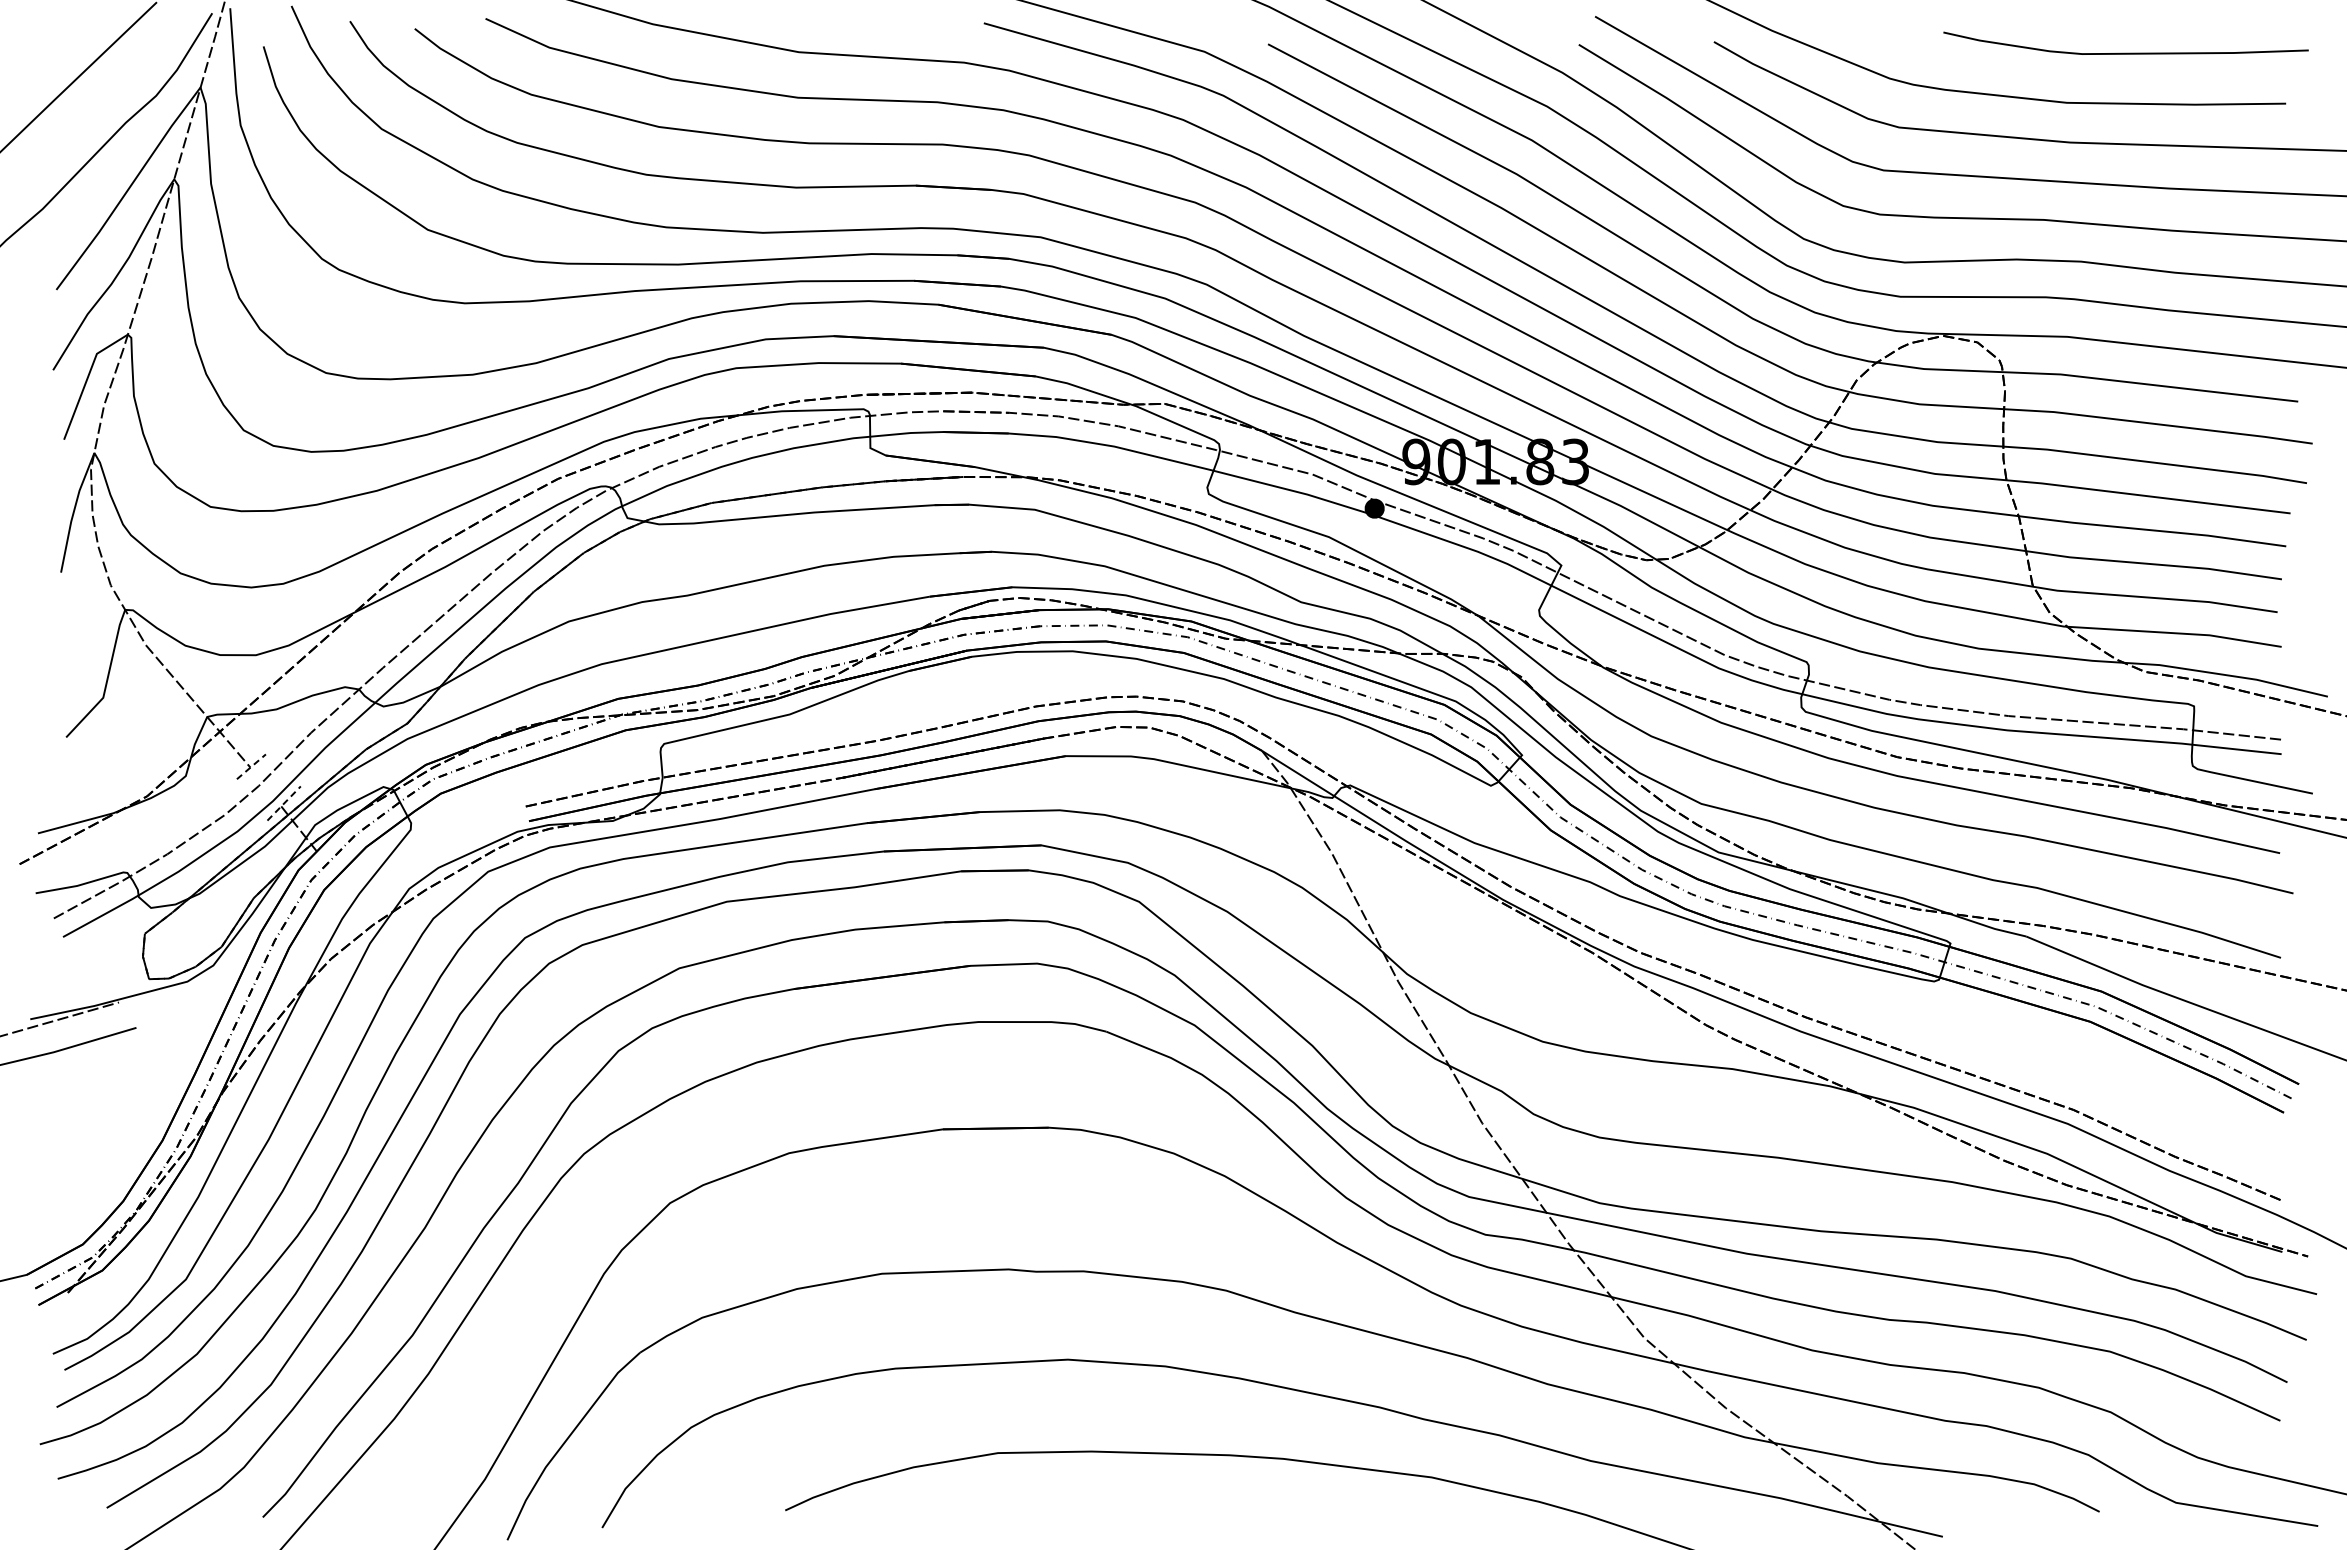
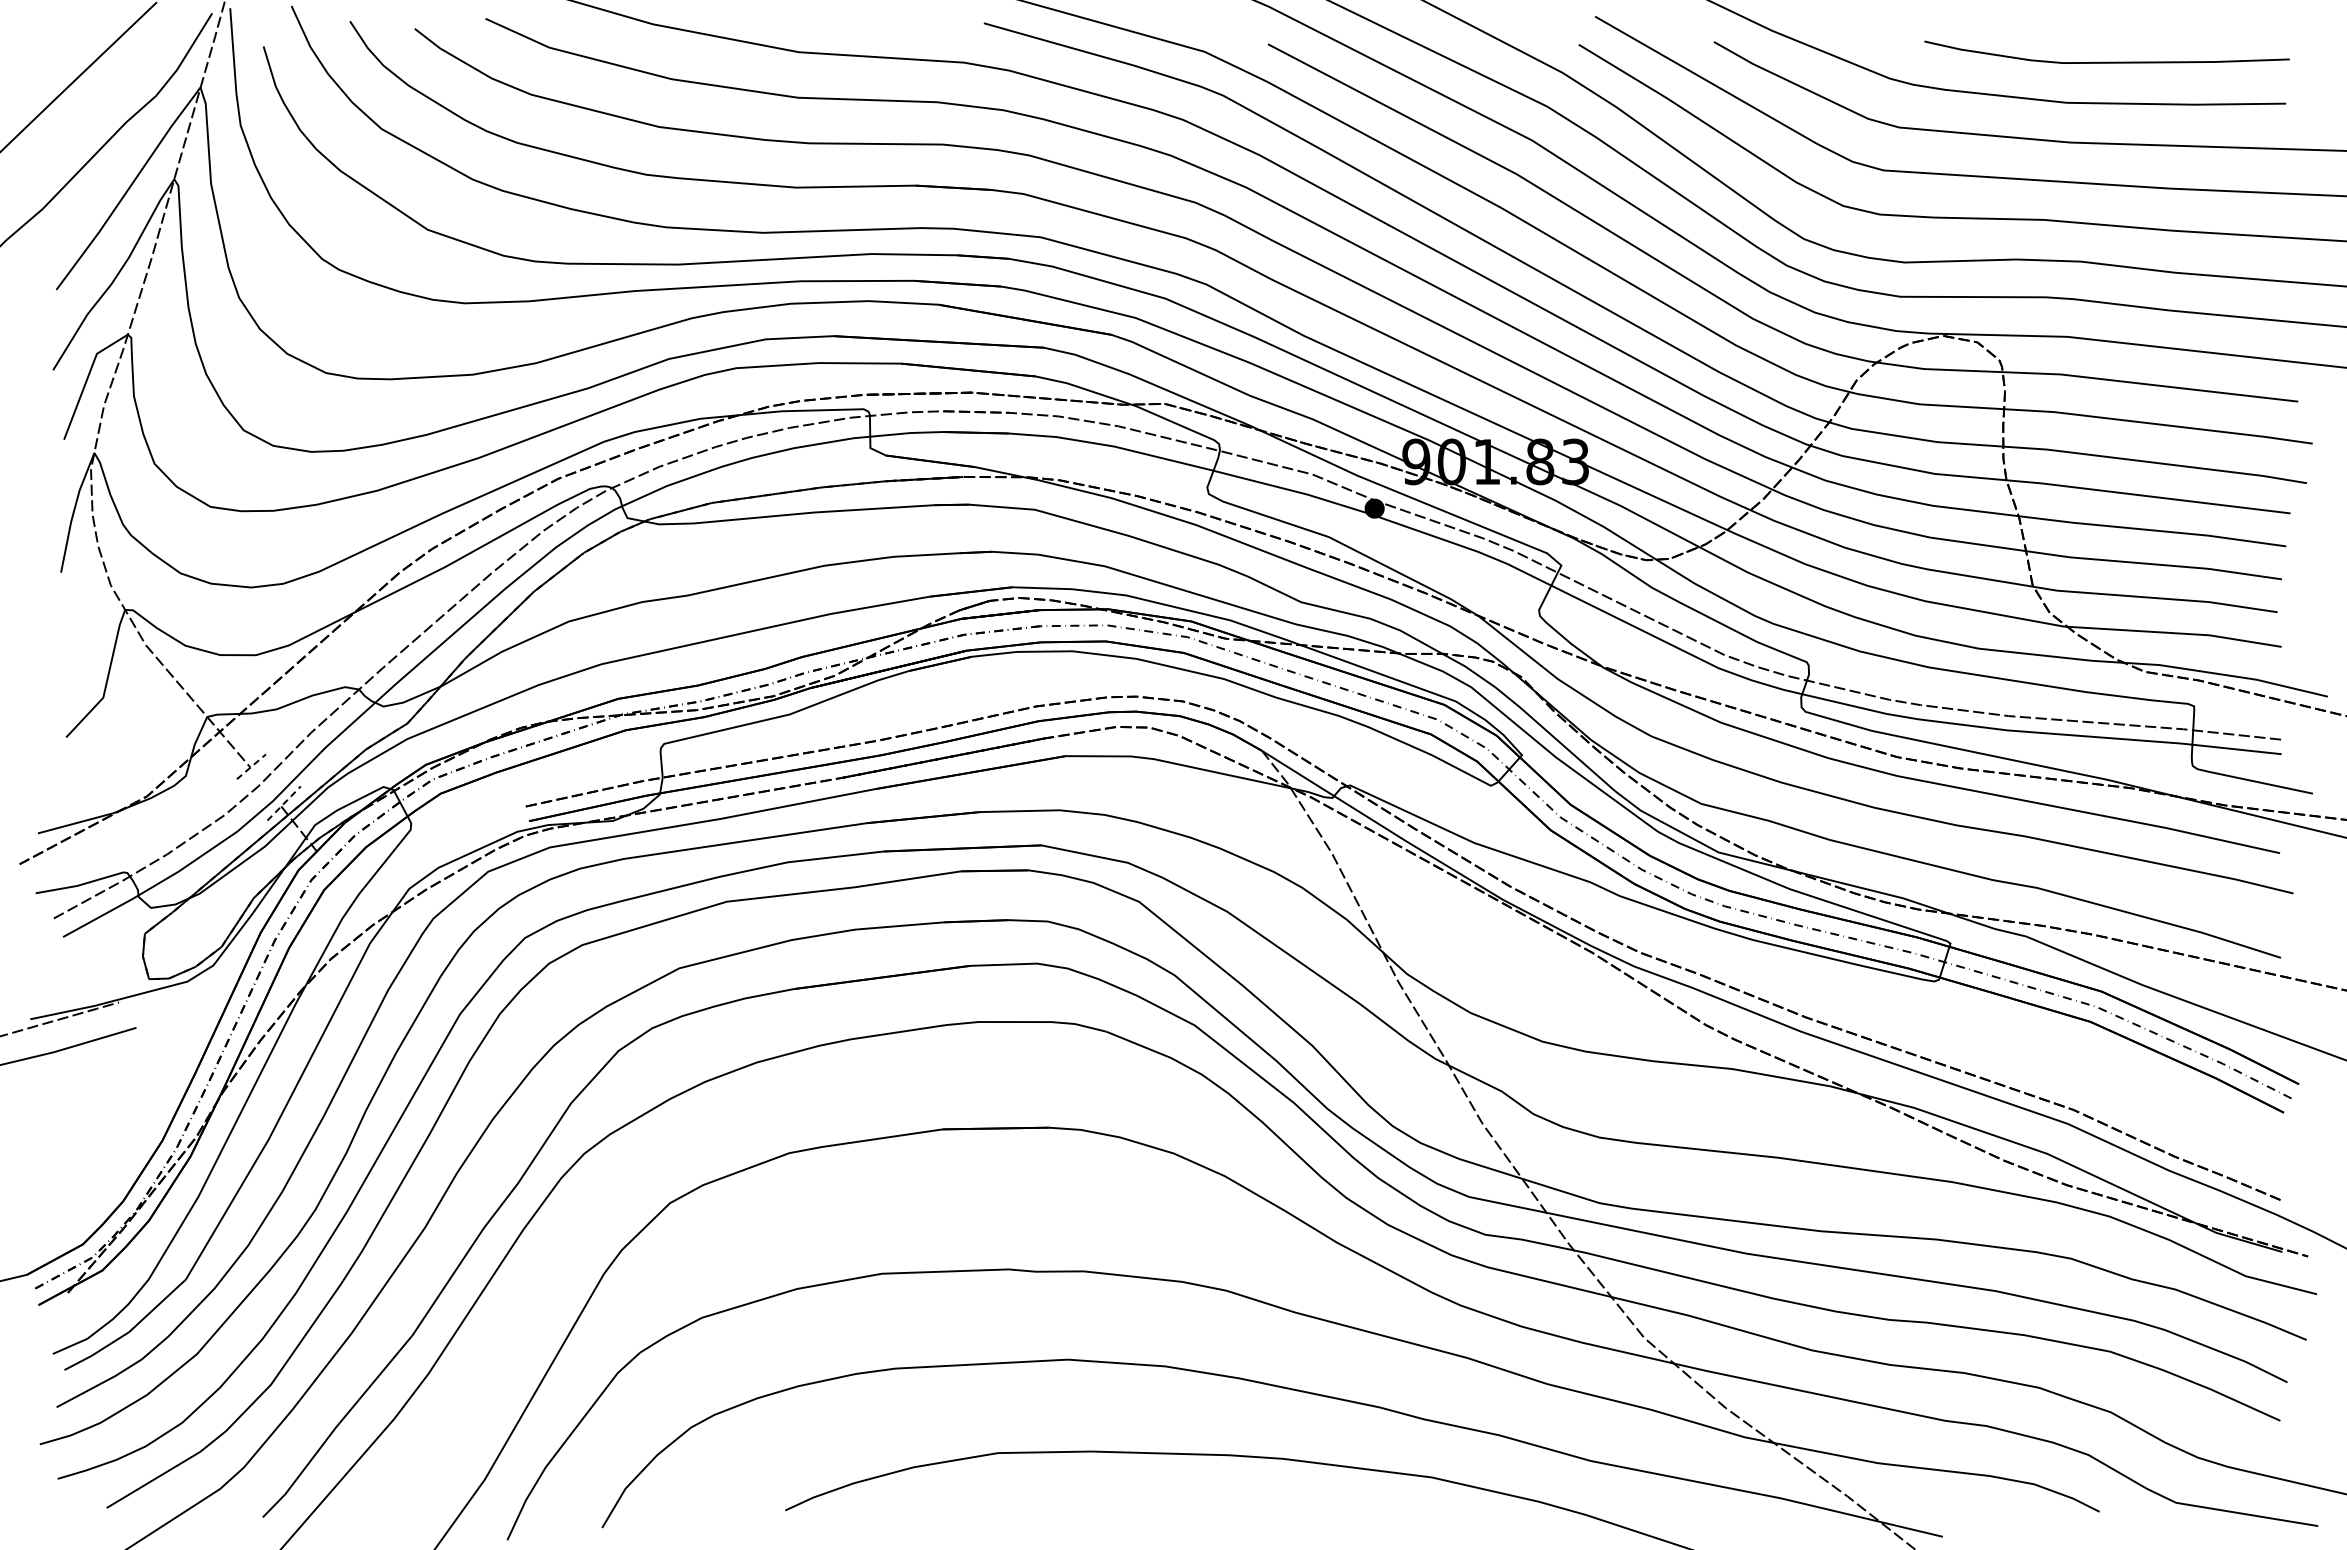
curve at (2125, 52) position: (2125, 52) -> (2106, 61)
